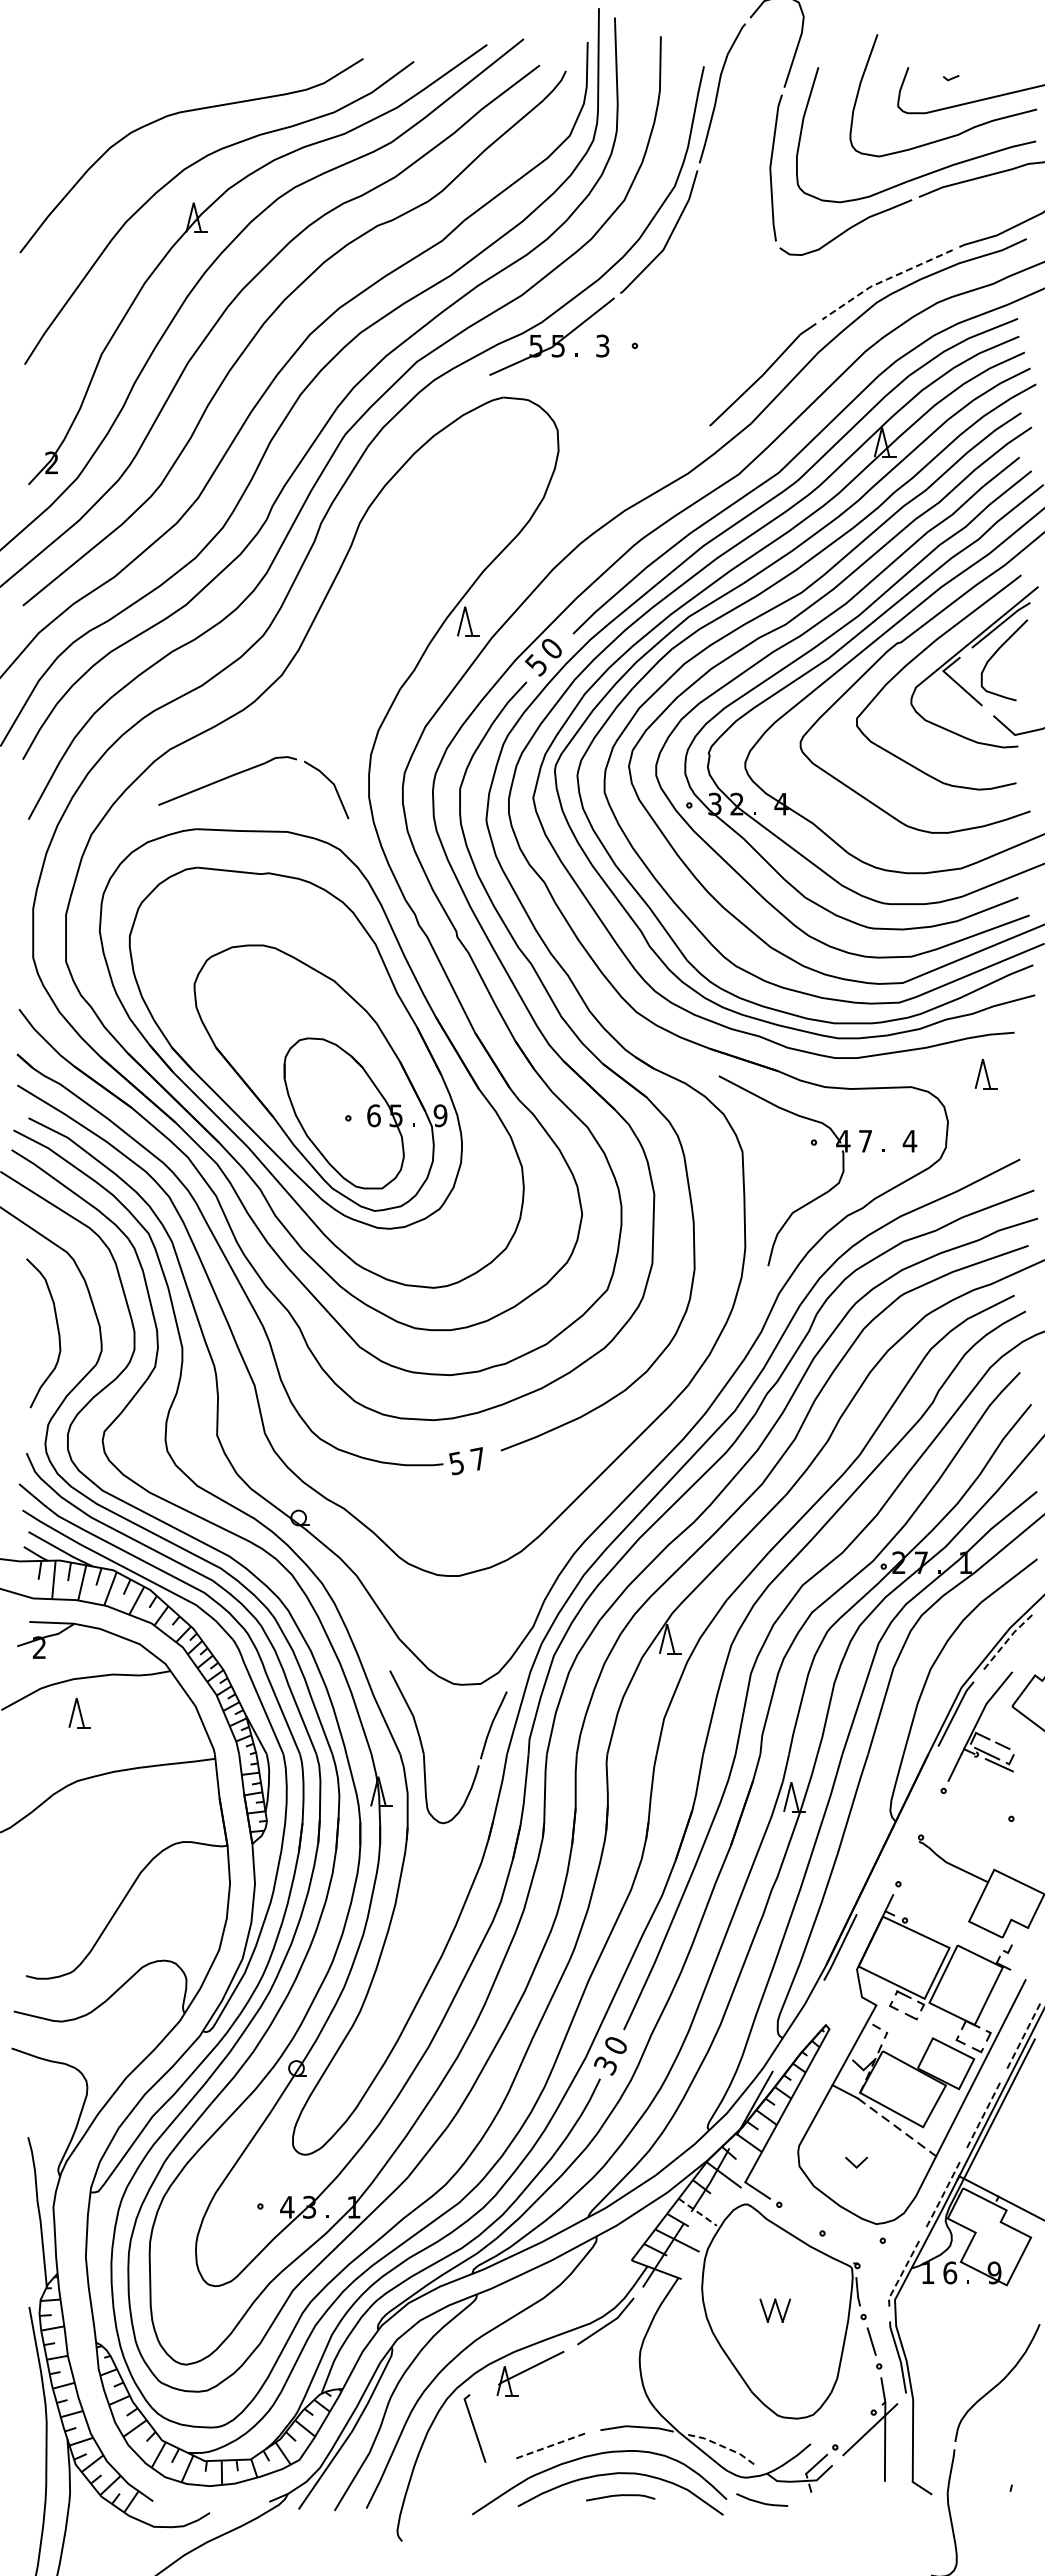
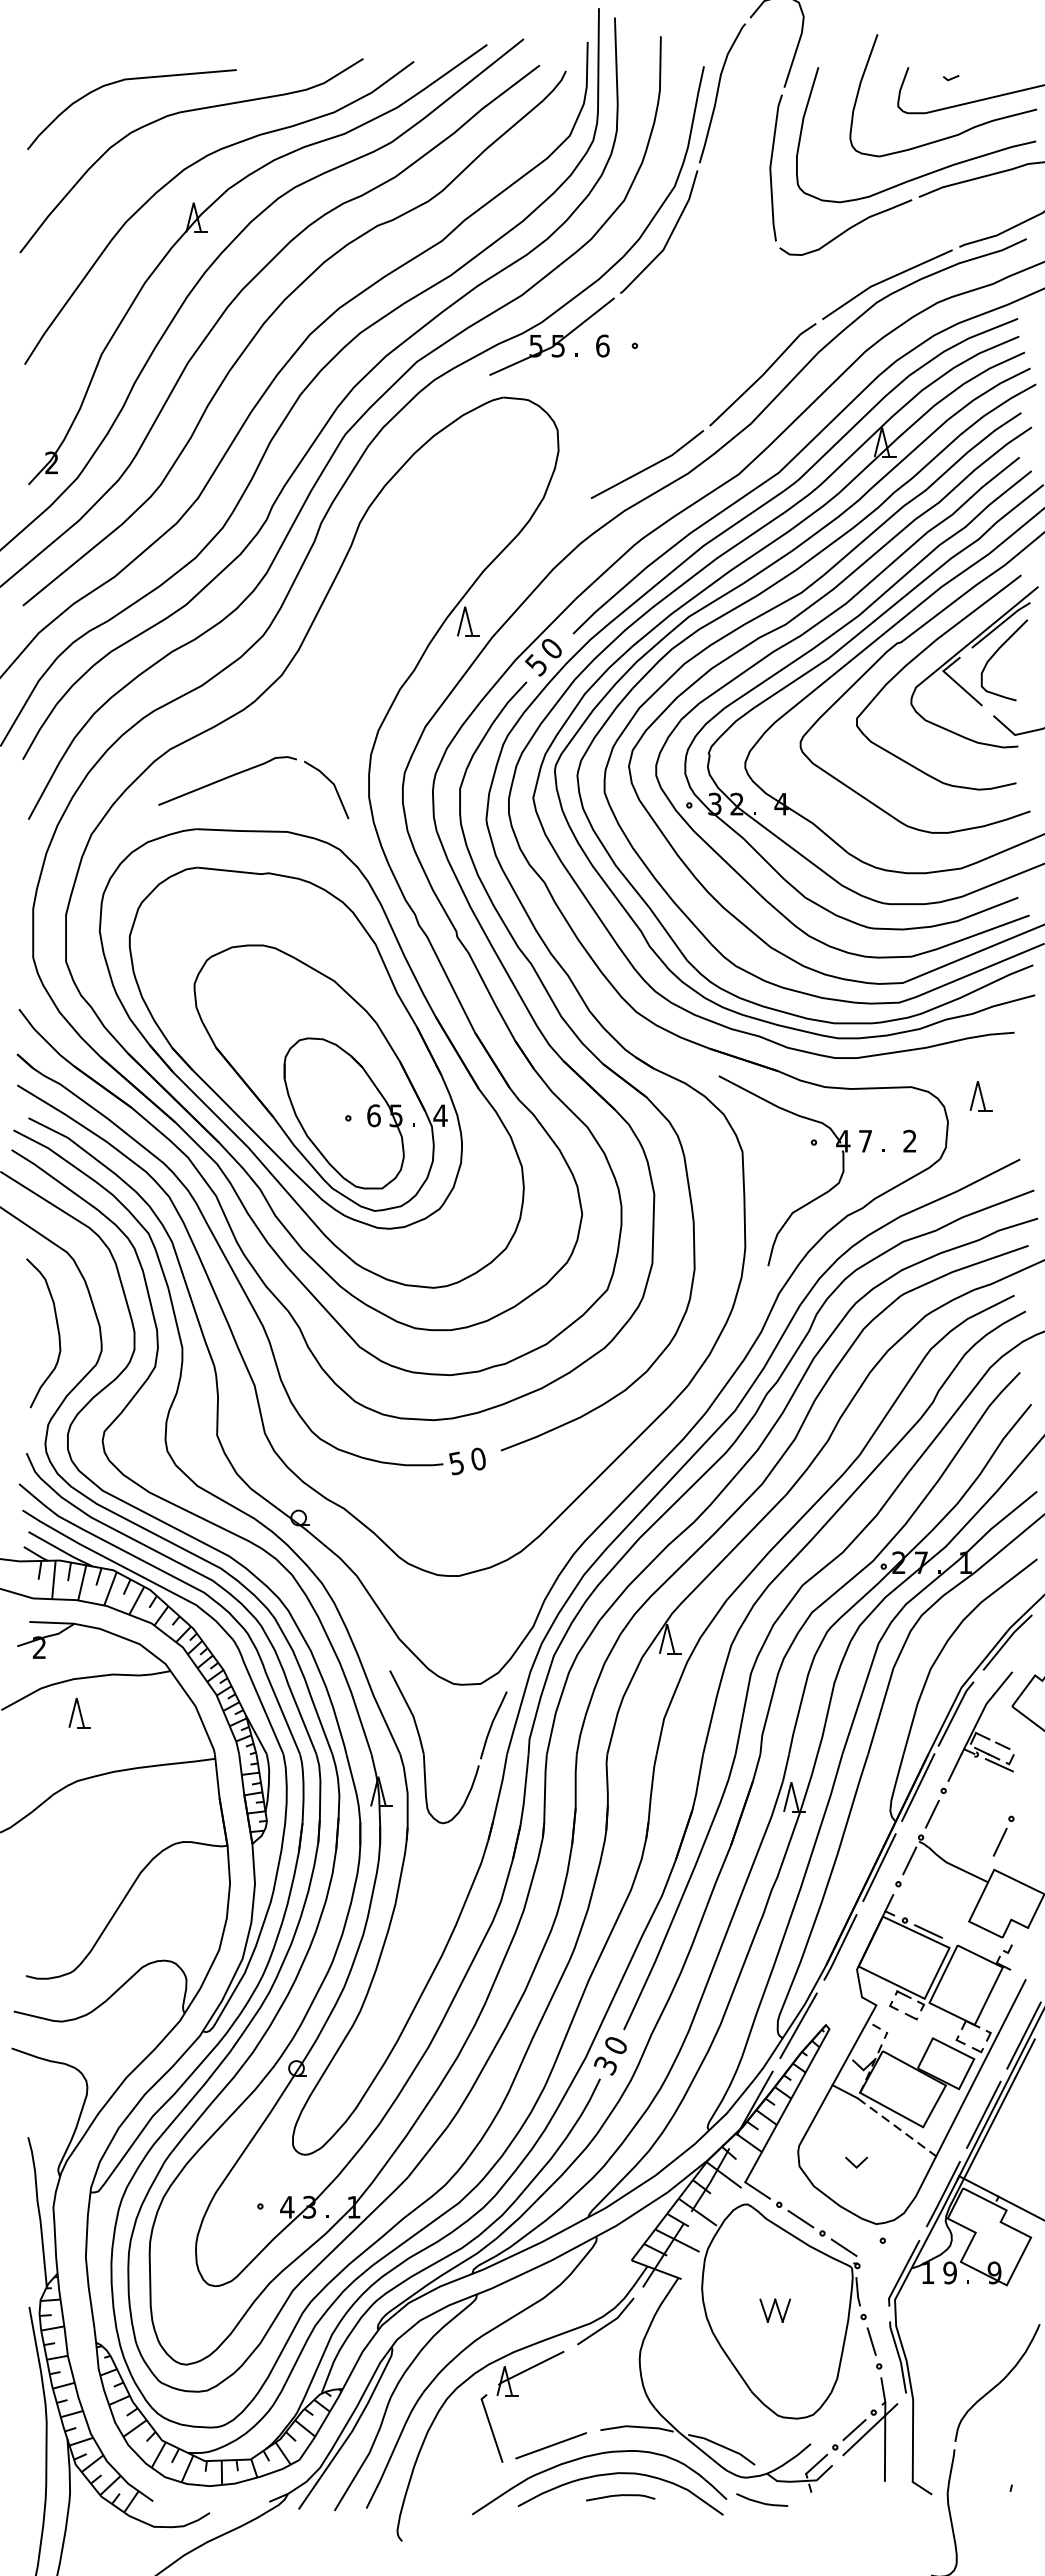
curve at (128, 80): none -> present
line at (884, 280): dashed -> solid
text at (602, 345): 3 -> 6
line at (648, 466): none -> present
part at (985, 1074) position: (985, 1074) -> (980, 1096)
text at (440, 1115): 9 -> 4
text at (909, 1140): 4 -> 2
text at (477, 1458): 7 -> 0
line at (1007, 1640): dashed -> solid
line at (918, 1787): none -> present
line at (931, 1813): none -> present
line at (999, 1841): none -> present
line at (909, 1860): none -> present
line at (879, 1867): none -> present
line at (928, 1931): none -> present
line at (798, 2025): none -> present
line at (1024, 2035): dashed -> solid
line at (984, 2114): dashed -> solid
line at (943, 2194): dashed -> solid
line at (698, 2212): dashed -> solid
line at (800, 2218): none -> present
line at (843, 2247): none -> present
text at (950, 2272): 6 -> 9
line at (902, 2273): dashed -> solid
line at (474, 2428) position: (474, 2428) -> (491, 2428)
line at (854, 2429): none -> present
line at (551, 2445): dashed -> solid
line at (723, 2446): dashed -> solid
